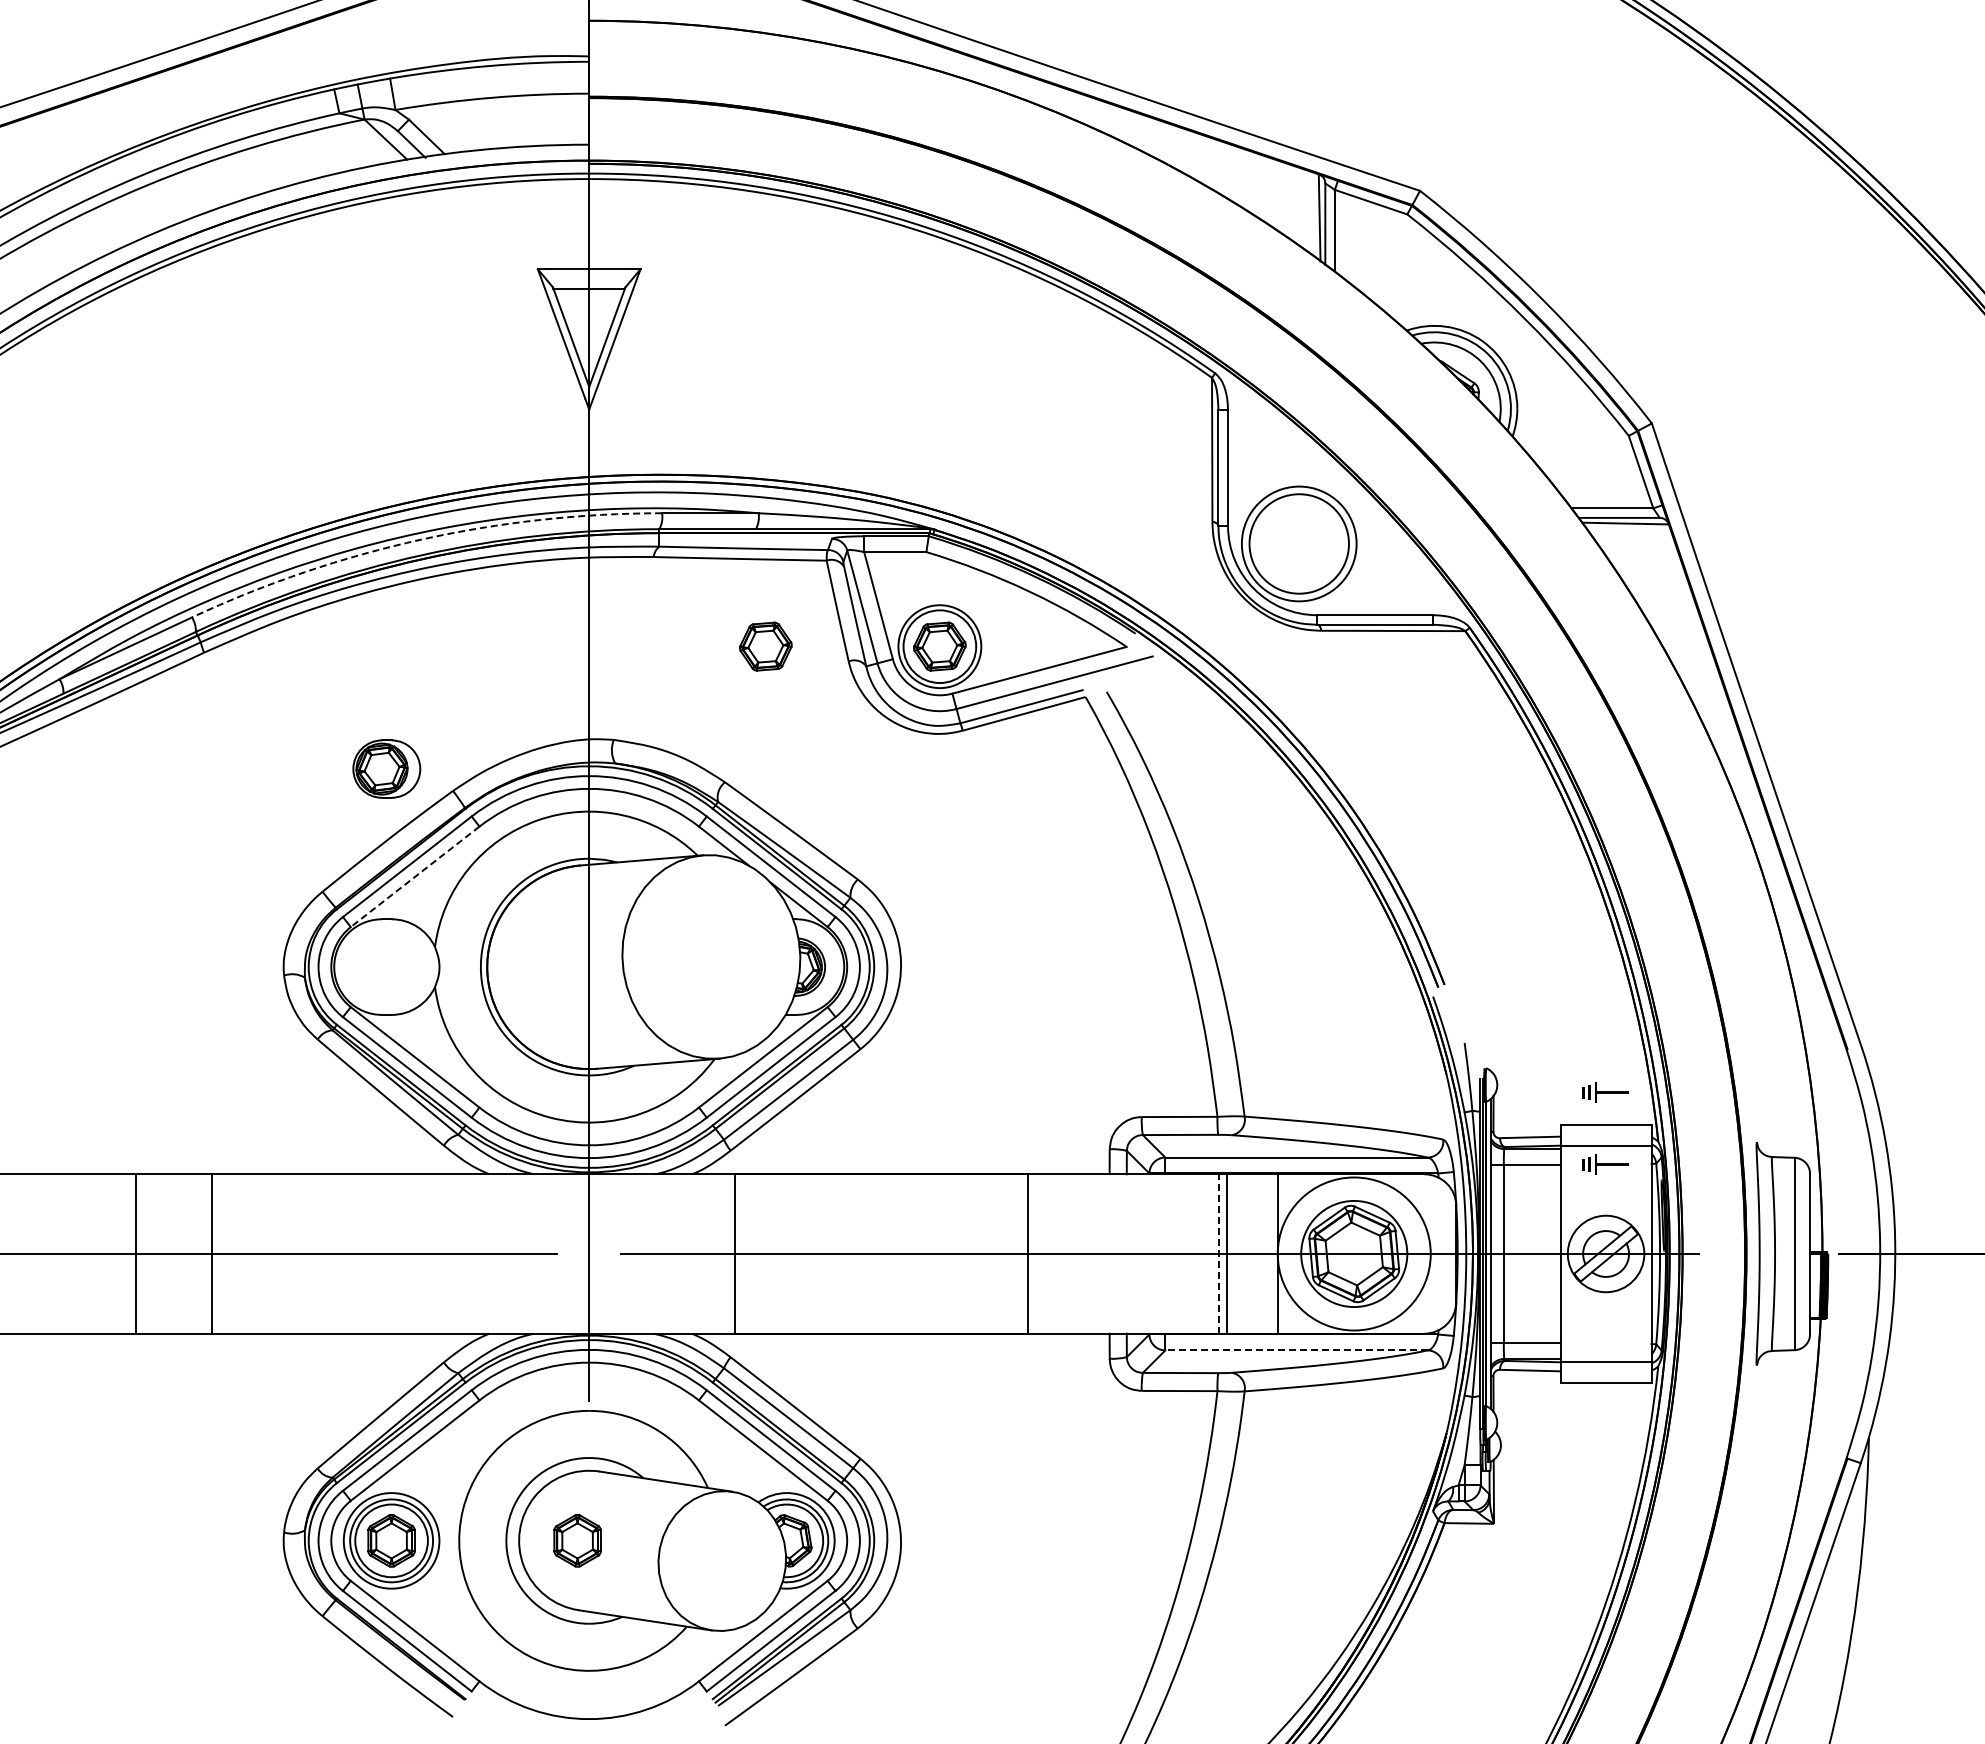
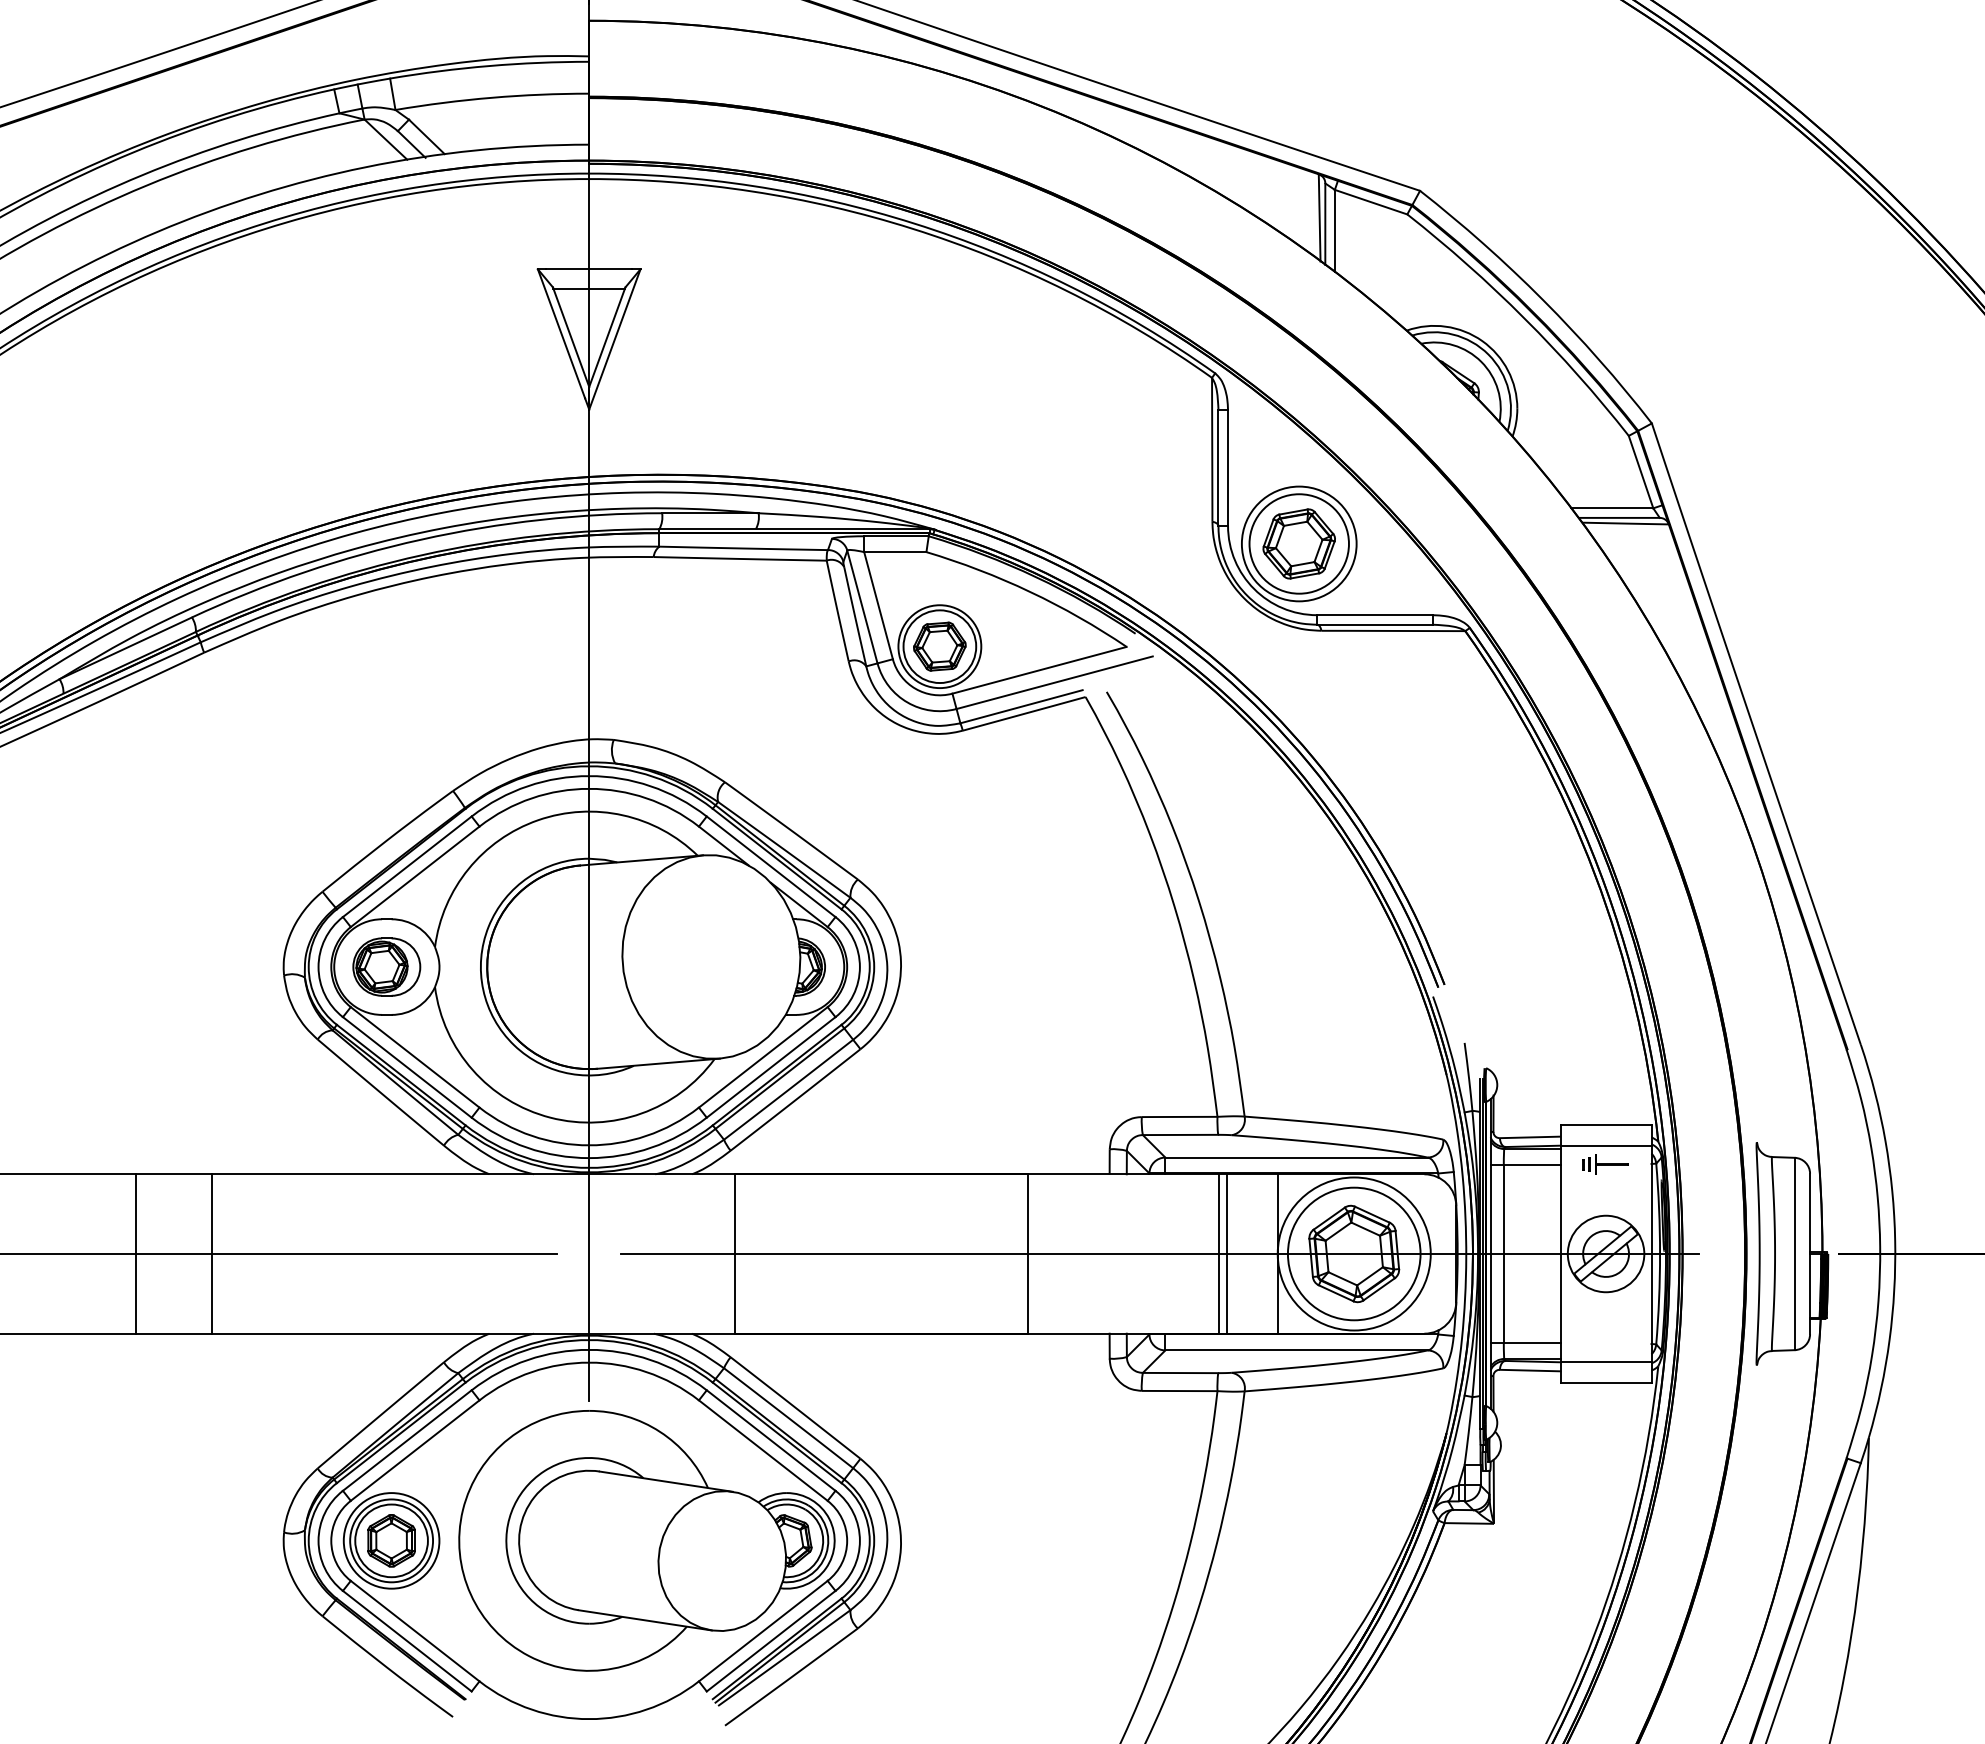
arc at (421, 539): dashed -> solid
part at (1298, 543): none -> present
part at (765, 646): present -> none
part at (386, 768) position: (386, 768) -> (386, 966)
line at (415, 876): dashed -> solid
part at (1605, 1092): present -> none
circle at (1354, 1253) diameter: 106 px -> 133 px
line at (1219, 1254): dashed -> solid
line at (1296, 1350): dashed -> solid
part at (577, 1540): present -> none
